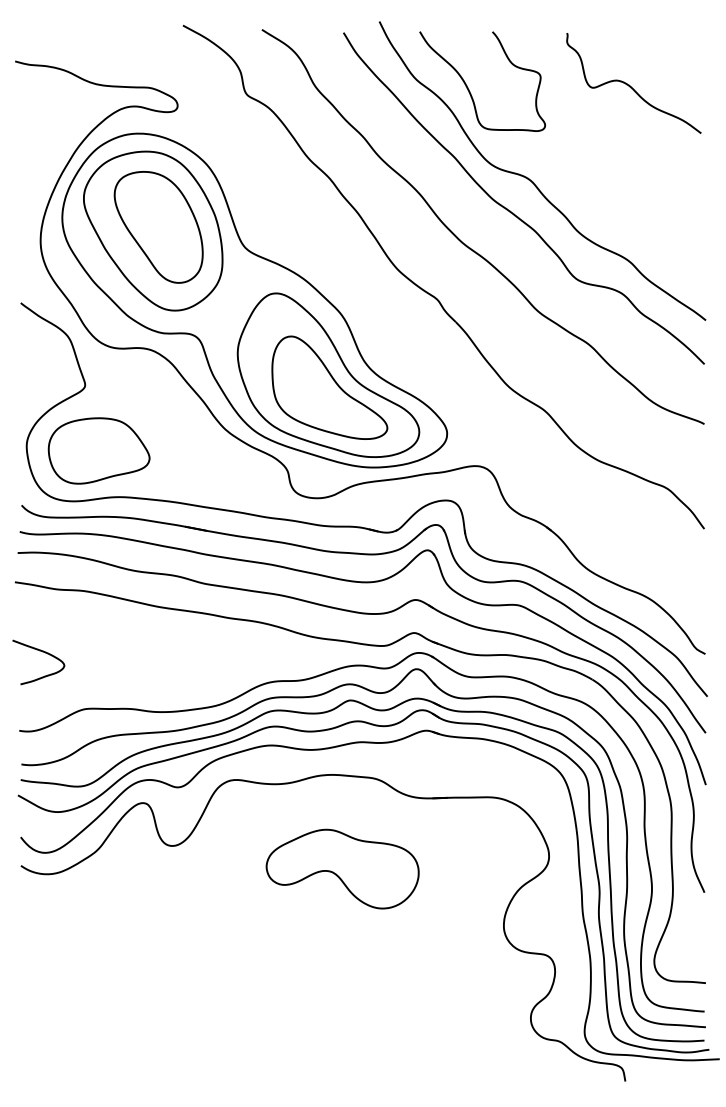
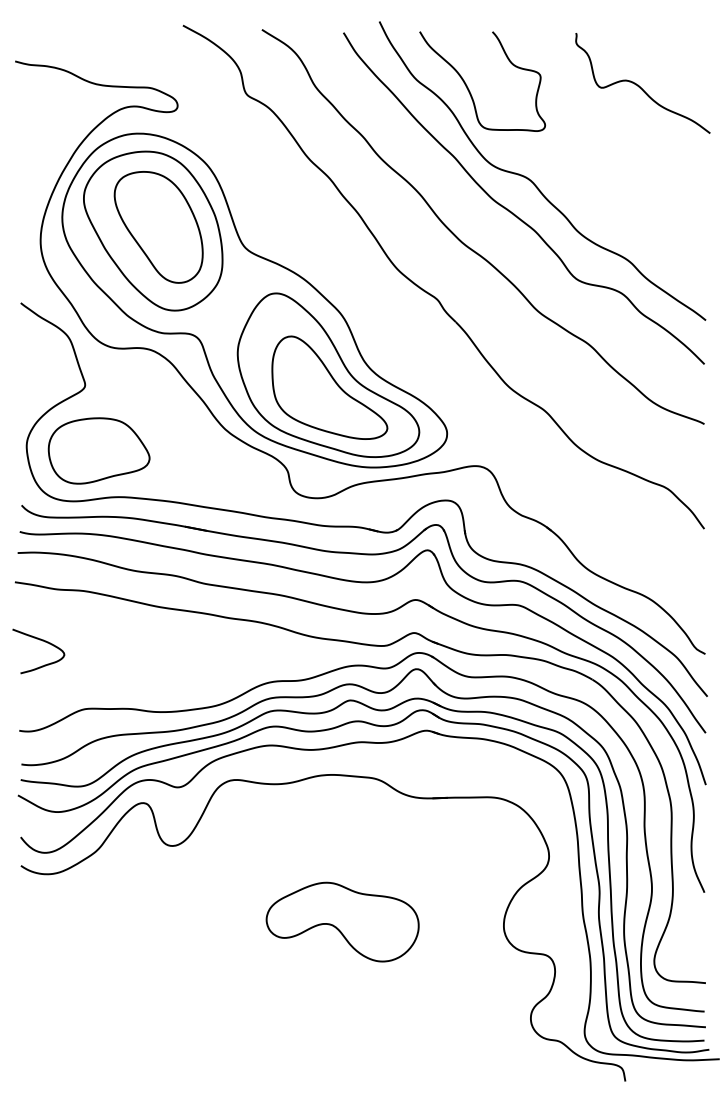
curve at (630, 85) position: (630, 85) -> (639, 85)
curve at (42, 652) position: (42, 652) -> (42, 641)
part at (342, 868) position: (342, 868) -> (342, 921)
